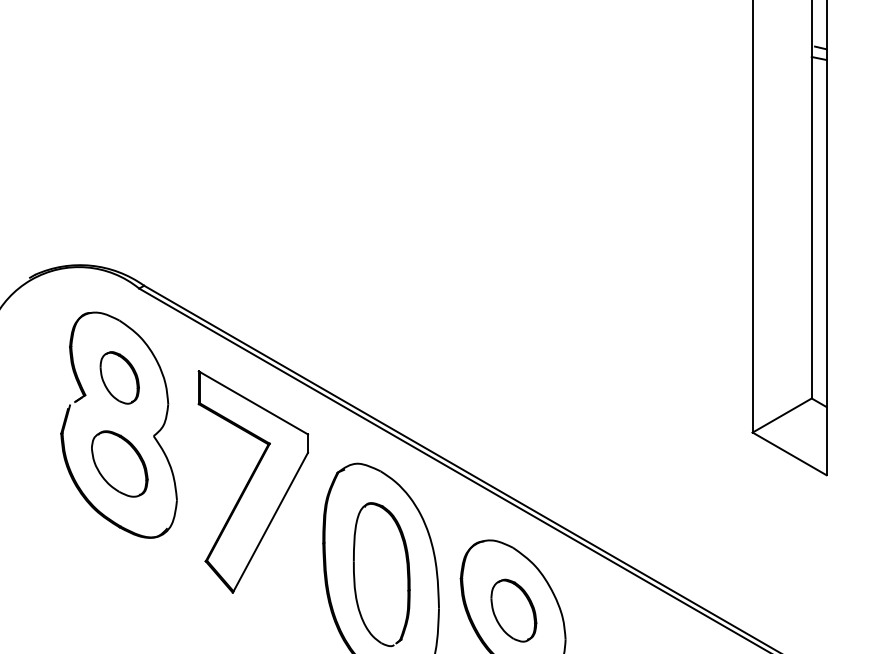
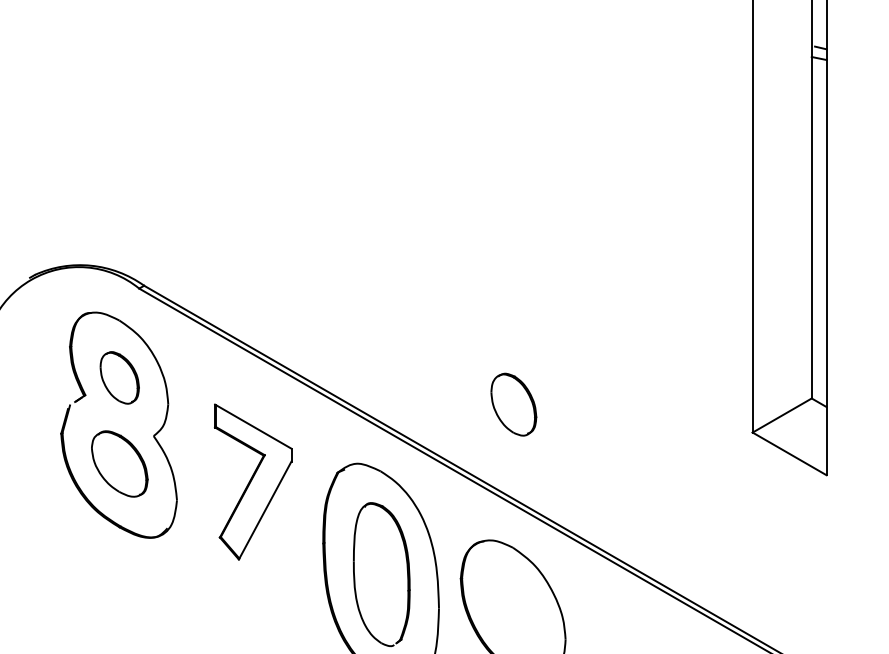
part at (252, 481) size: 112x224 px -> 79x158 px
part at (513, 610) position: (513, 610) -> (513, 404)
